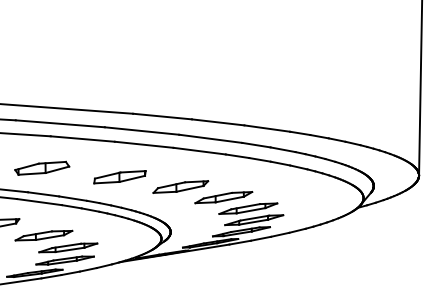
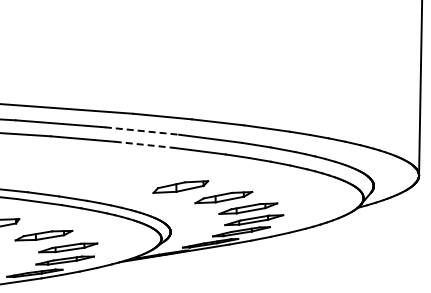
line at (142, 131): solid -> dashed
line at (144, 144): solid -> dashed
part at (42, 167): present -> none
part at (119, 177): present -> none
